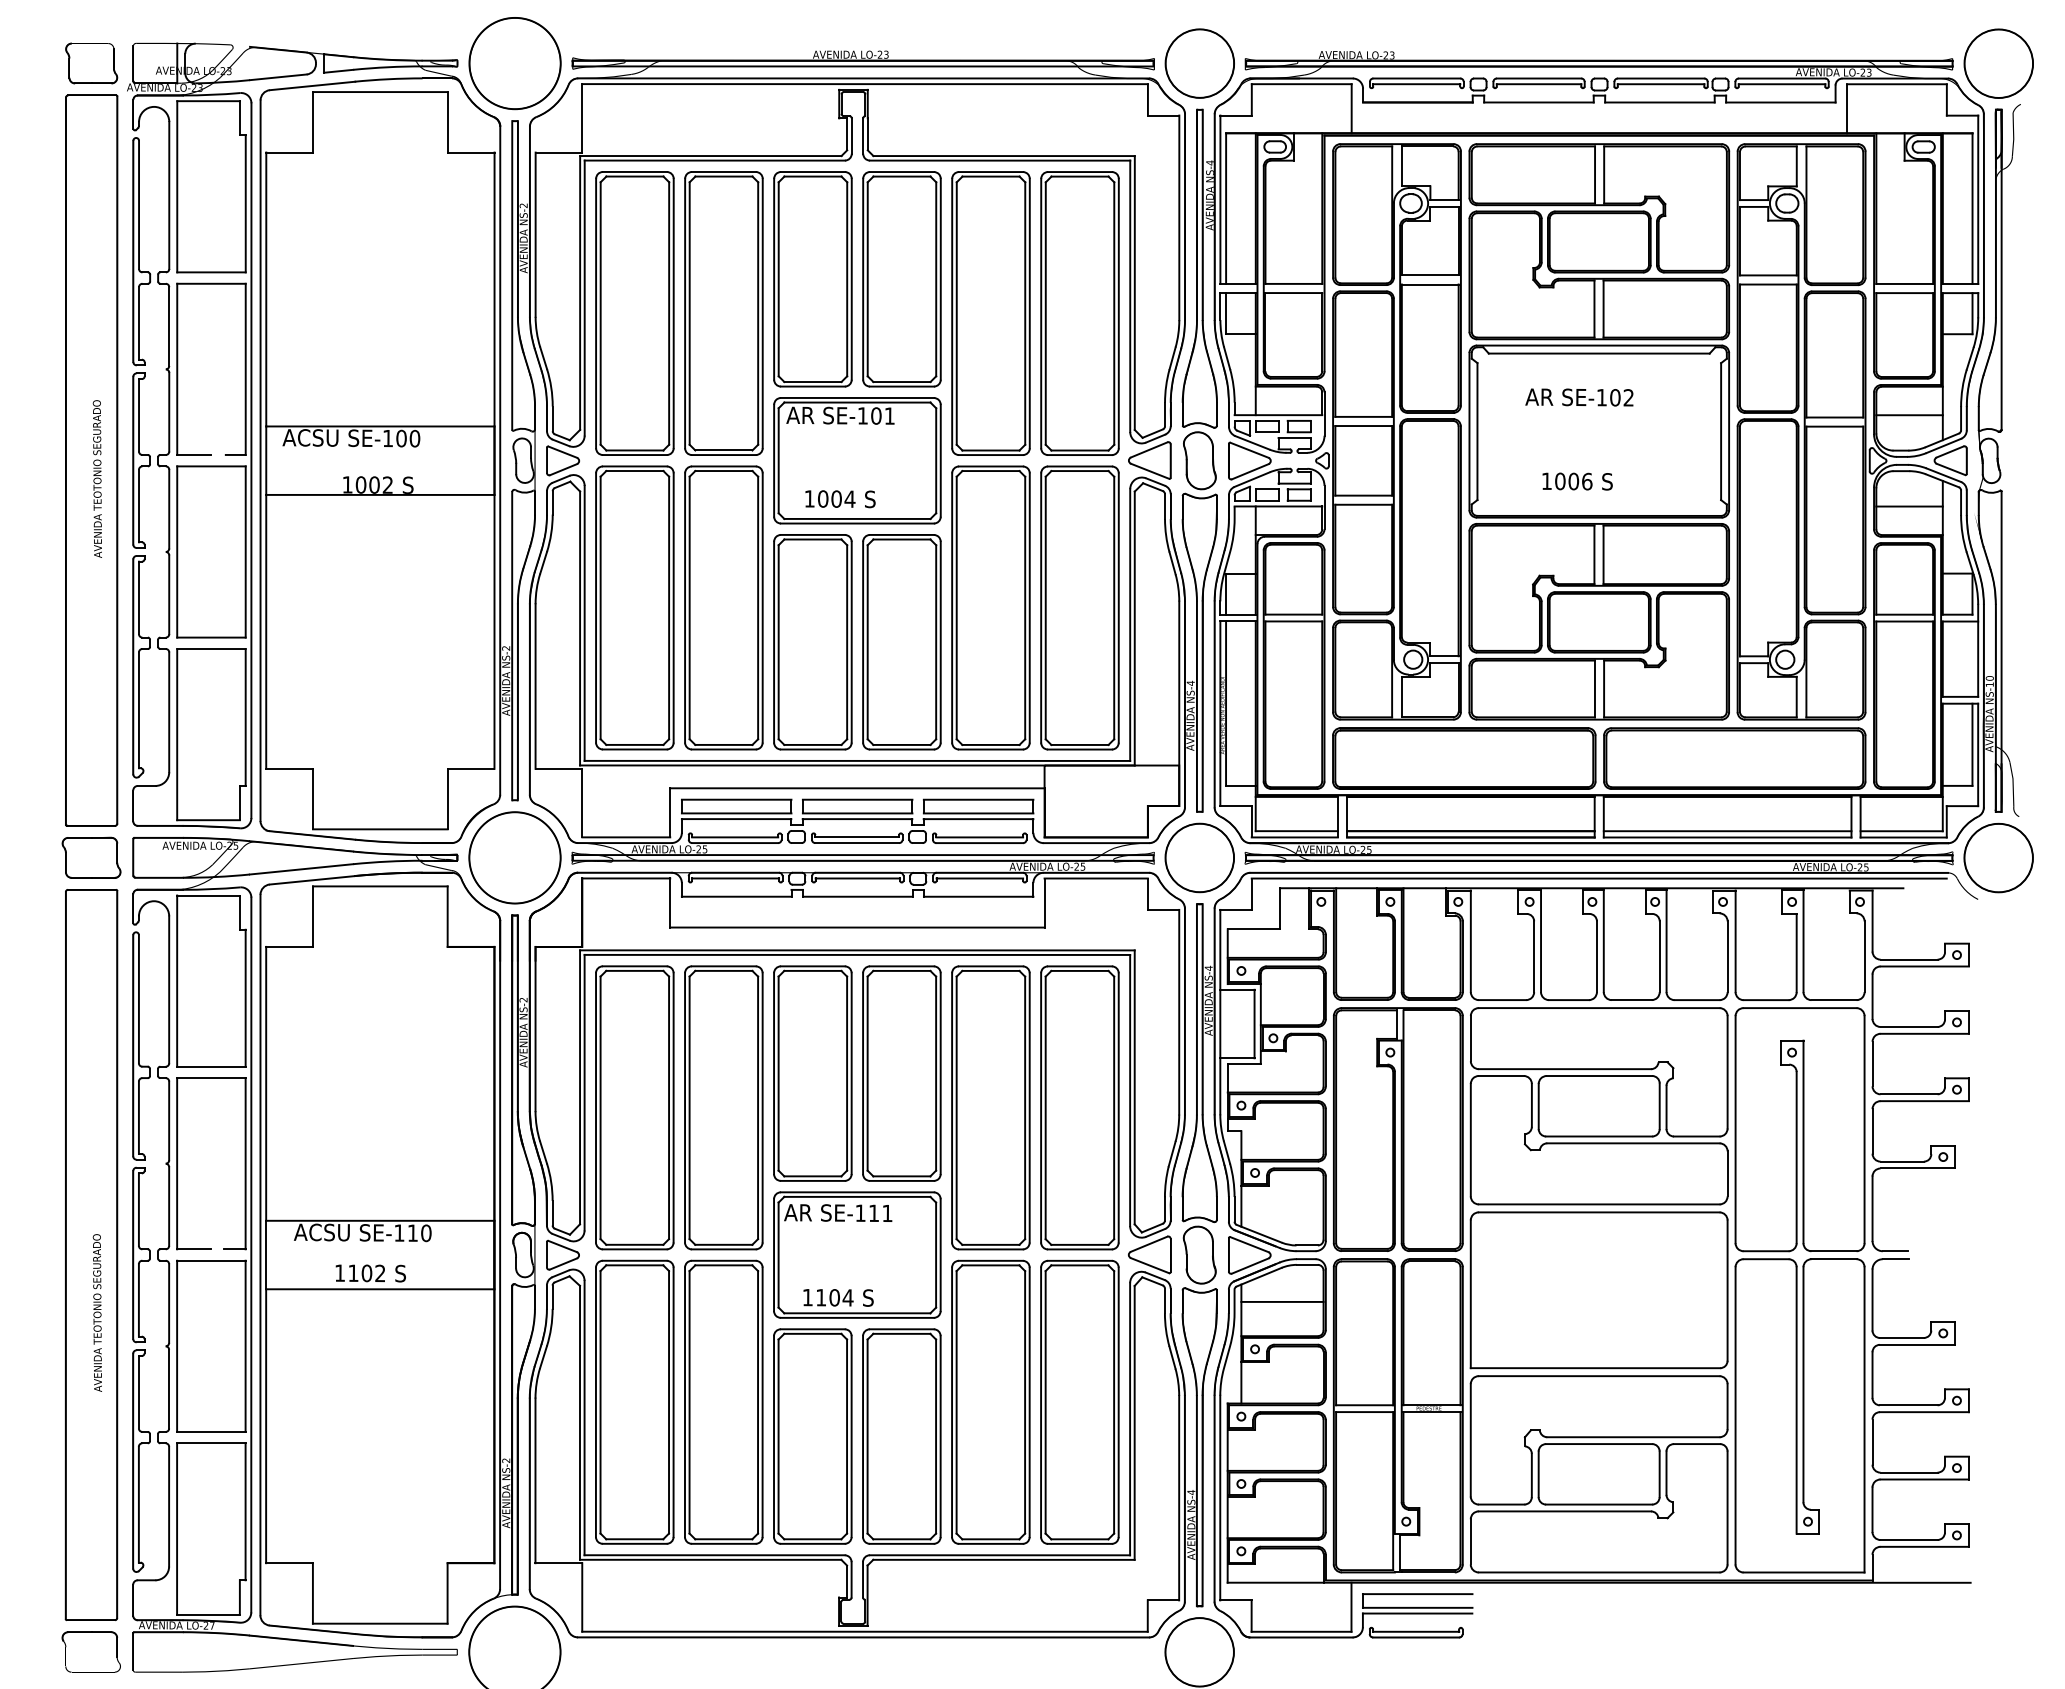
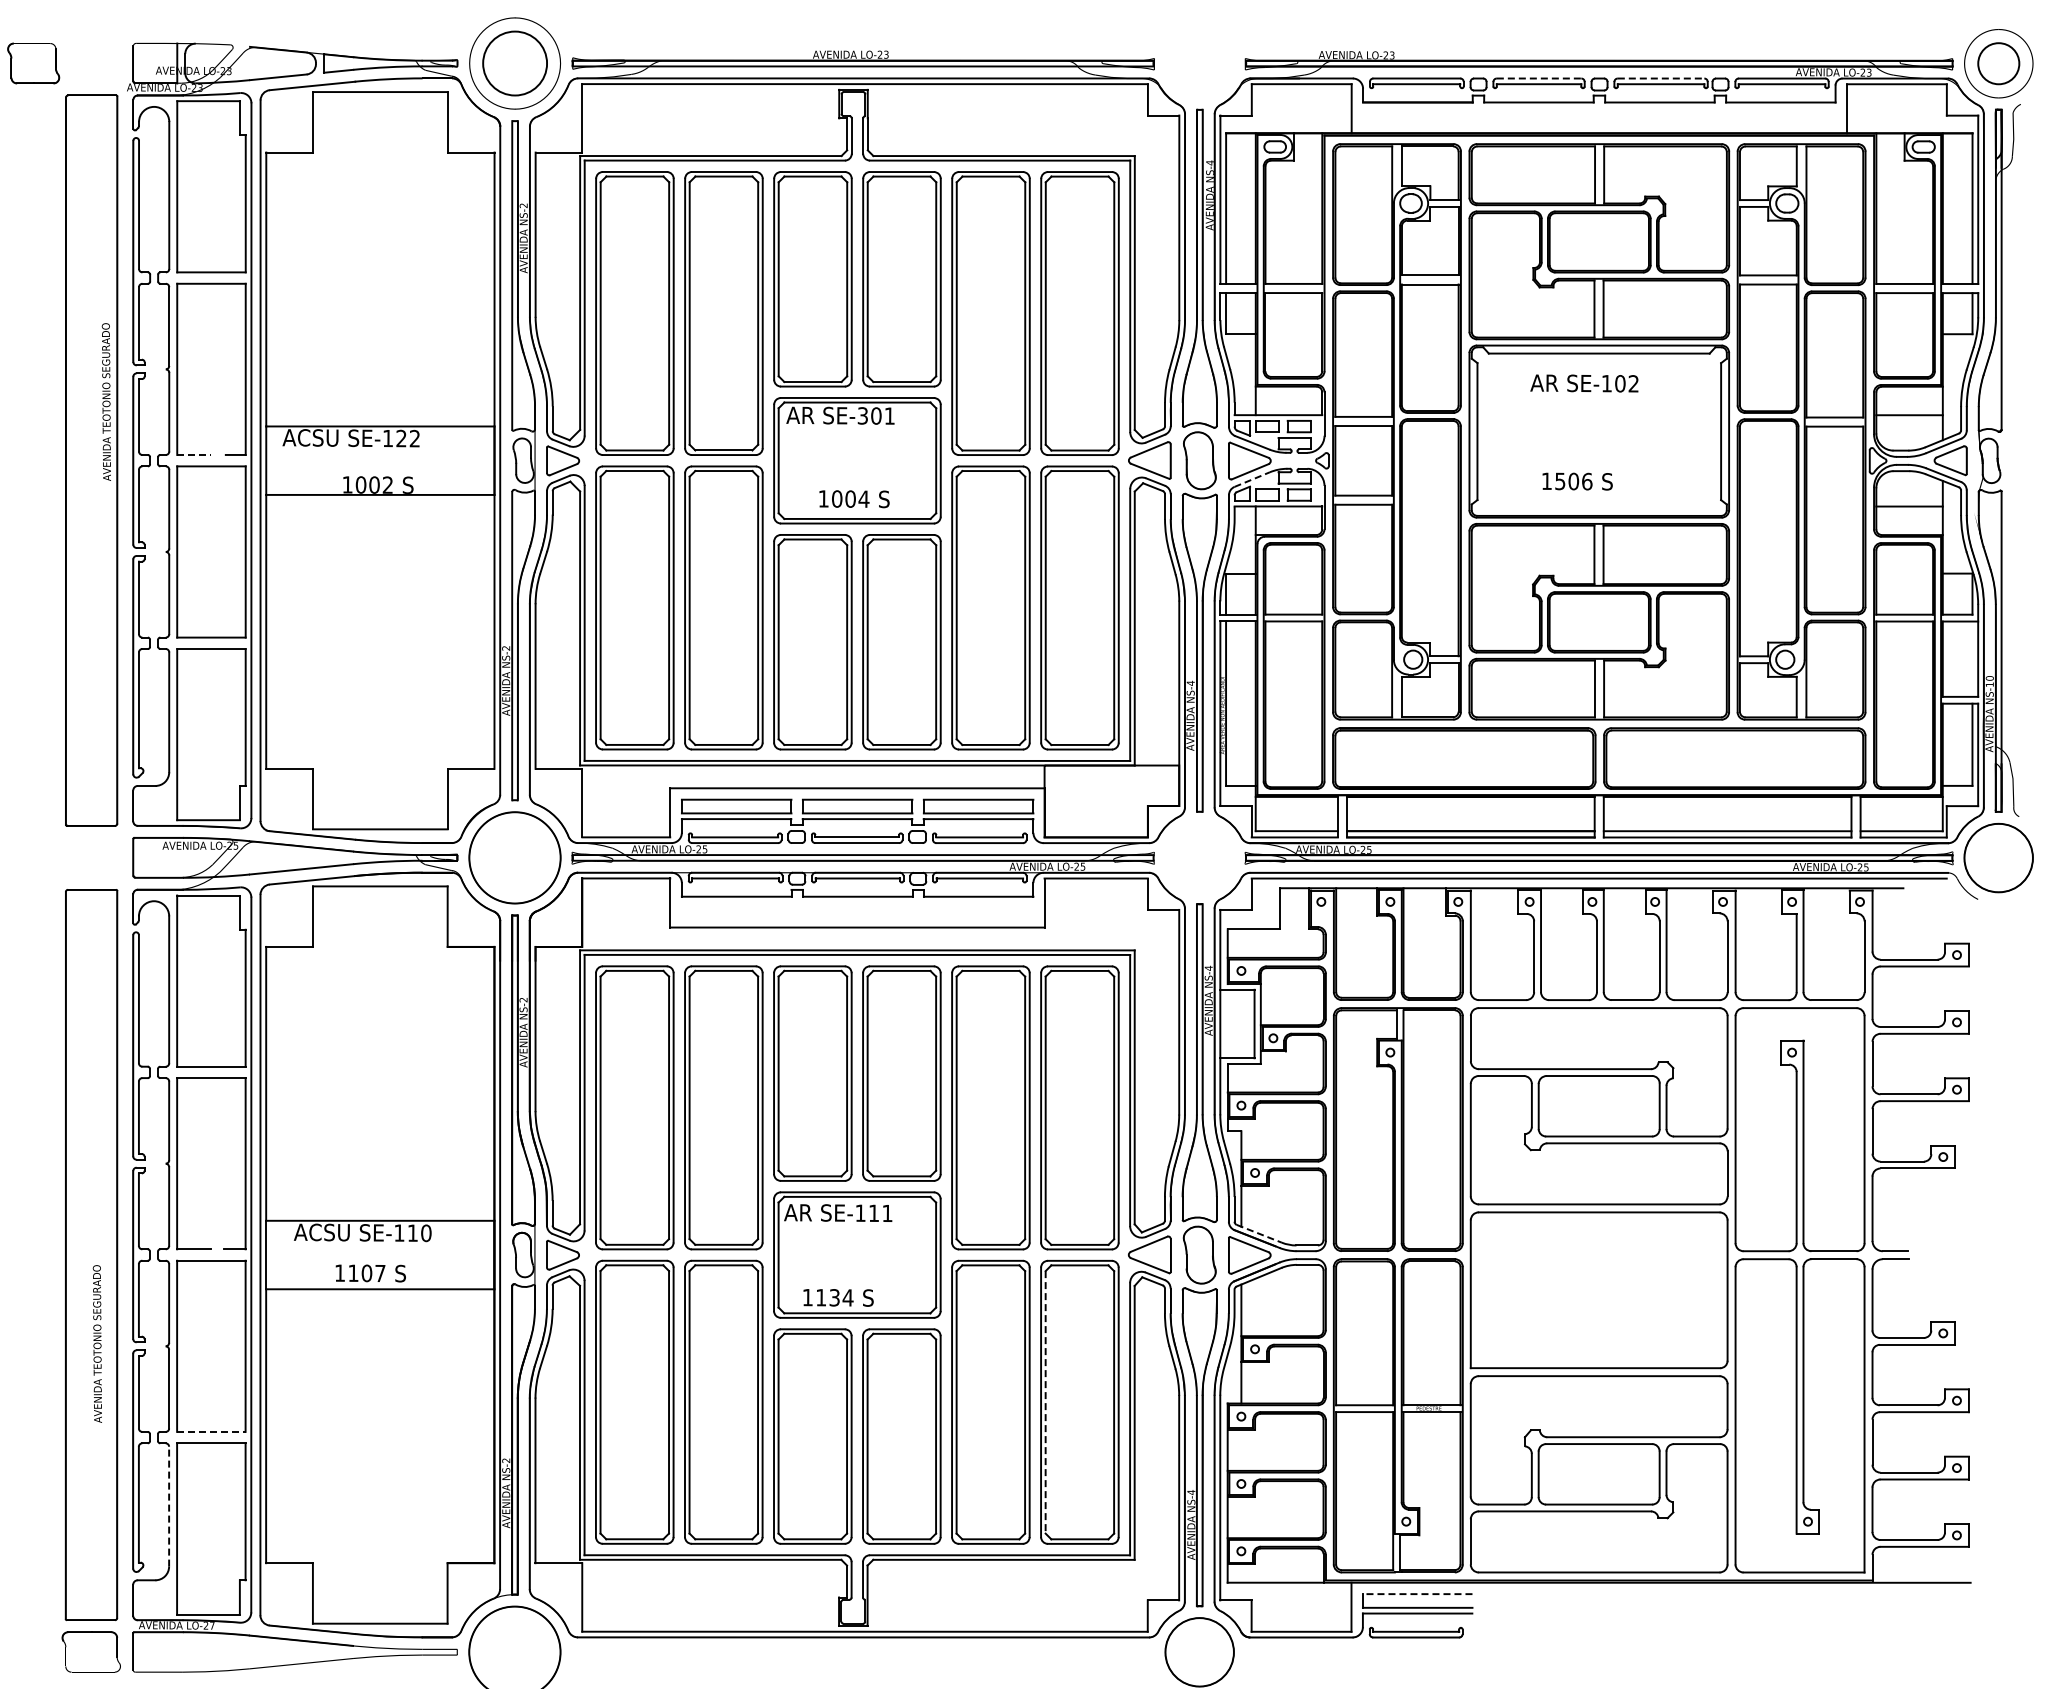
part at (91, 63) position: (91, 63) -> (33, 63)
circle at (514, 63) diameter: 91 px -> 64 px
circle at (1199, 63): present -> none
circle at (1998, 63) diameter: 68 px -> 41 px
line at (1539, 78): solid -> dashed
line at (1661, 78): solid -> dashed
text at (1579, 397) position: (1579, 397) -> (1584, 383)
text at (862, 415): SE-101 -> SE-301
text at (408, 438): SE-100 -> SE-122
line at (193, 454): solid -> dashed
text at (96, 478) position: (96, 478) -> (105, 401)
line at (1252, 479): solid -> dashed
text at (1560, 481): 1006 -> 1506
text at (840, 499) position: (840, 499) -> (854, 499)
part at (91, 857): present -> none
part at (1199, 857): present -> none
line at (1259, 1233): solid -> dashed
text at (380, 1273): 1102 -> 1107
text at (834, 1297): 1104 -> 1134
line at (1282, 1301): present -> none
text at (96, 1312) position: (96, 1312) -> (96, 1343)
line at (1045, 1402): solid -> dashed
line at (211, 1431): solid -> dashed
line at (169, 1506): solid -> dashed
line at (1417, 1594): solid -> dashed
